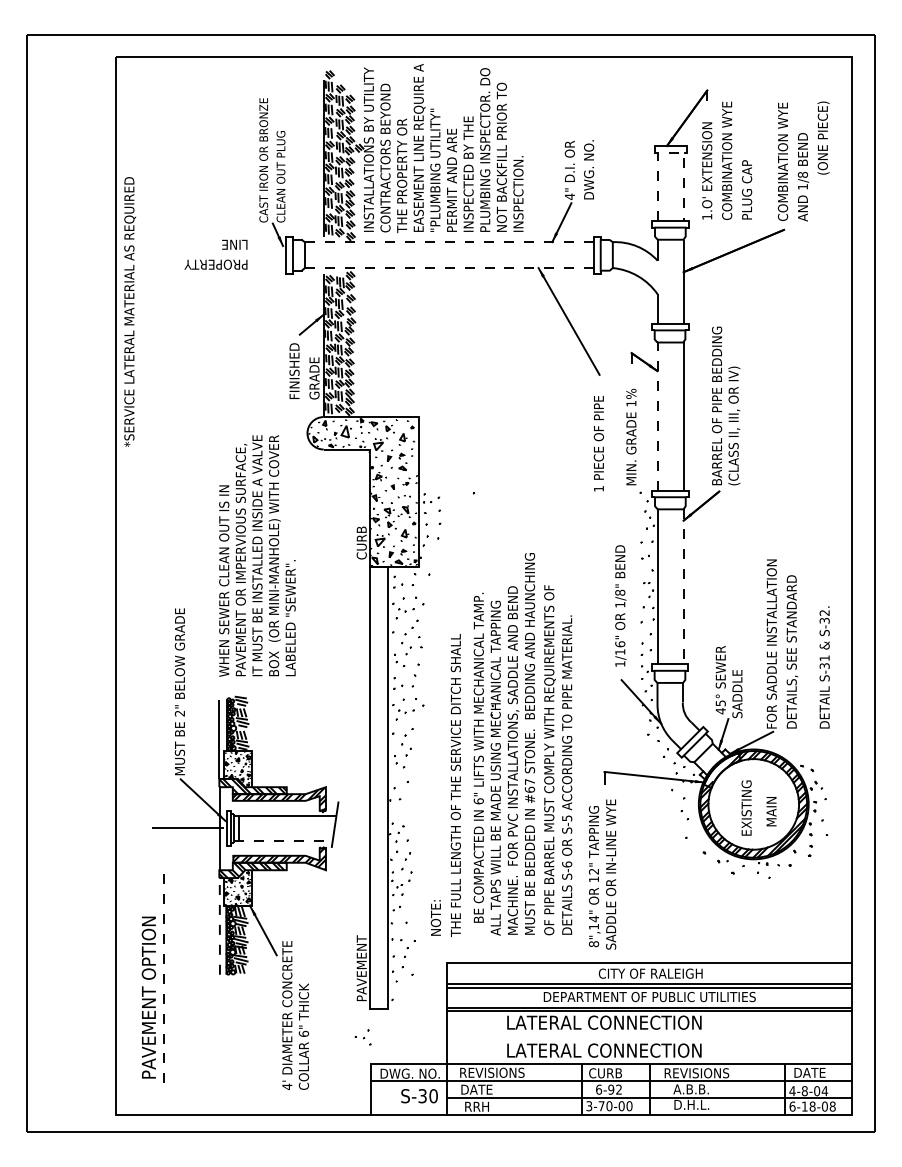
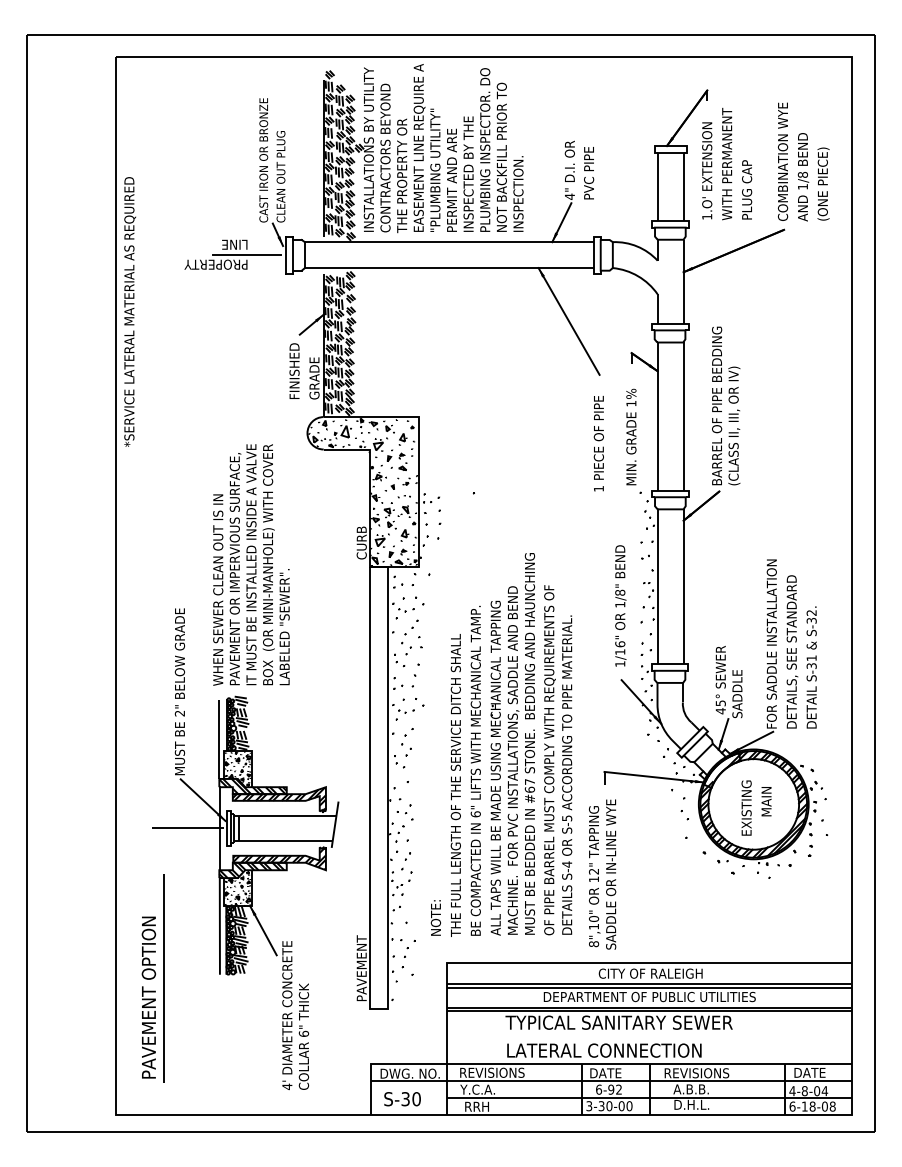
text at (823, 137) position: (823, 137) -> (823, 183)
line at (670, 152): dashed -> solid
text at (727, 160): COMBINATION WYE -> WITH PERMANENT
text at (589, 169): DWG. NO. -> PVC PIPE
line at (449, 242): dashed -> solid
line at (246, 254): none -> present
line at (449, 268): dashed -> solid
line at (657, 416): dashed -> solid
text at (257, 555) position: (257, 555) -> (251, 564)
line at (683, 587): dashed -> solid
text at (824, 667) position: (824, 667) -> (811, 667)
text at (478, 757) position: (478, 757) -> (475, 770)
text at (771, 811) position: (771, 811) -> (766, 801)
line at (283, 840): dashed -> solid
text at (567, 864): S-6 -> S-4
text at (594, 918): 8",14" -> 8",10"
line at (219, 925): dashed -> solid
line at (163, 978): dashed -> solid
text at (618, 1022): LATERAL CONNECTION -> TYPICAL SANITARY SEWER
part at (362, 1037) position: (362, 1037) -> (404, 812)
text at (605, 1073): CURB -> DATE
text at (477, 1089): DATE -> Y.C.A.
text at (419, 1096) position: (419, 1096) -> (402, 1099)
text at (601, 1106): 3-70-00 -> 3-30-00
